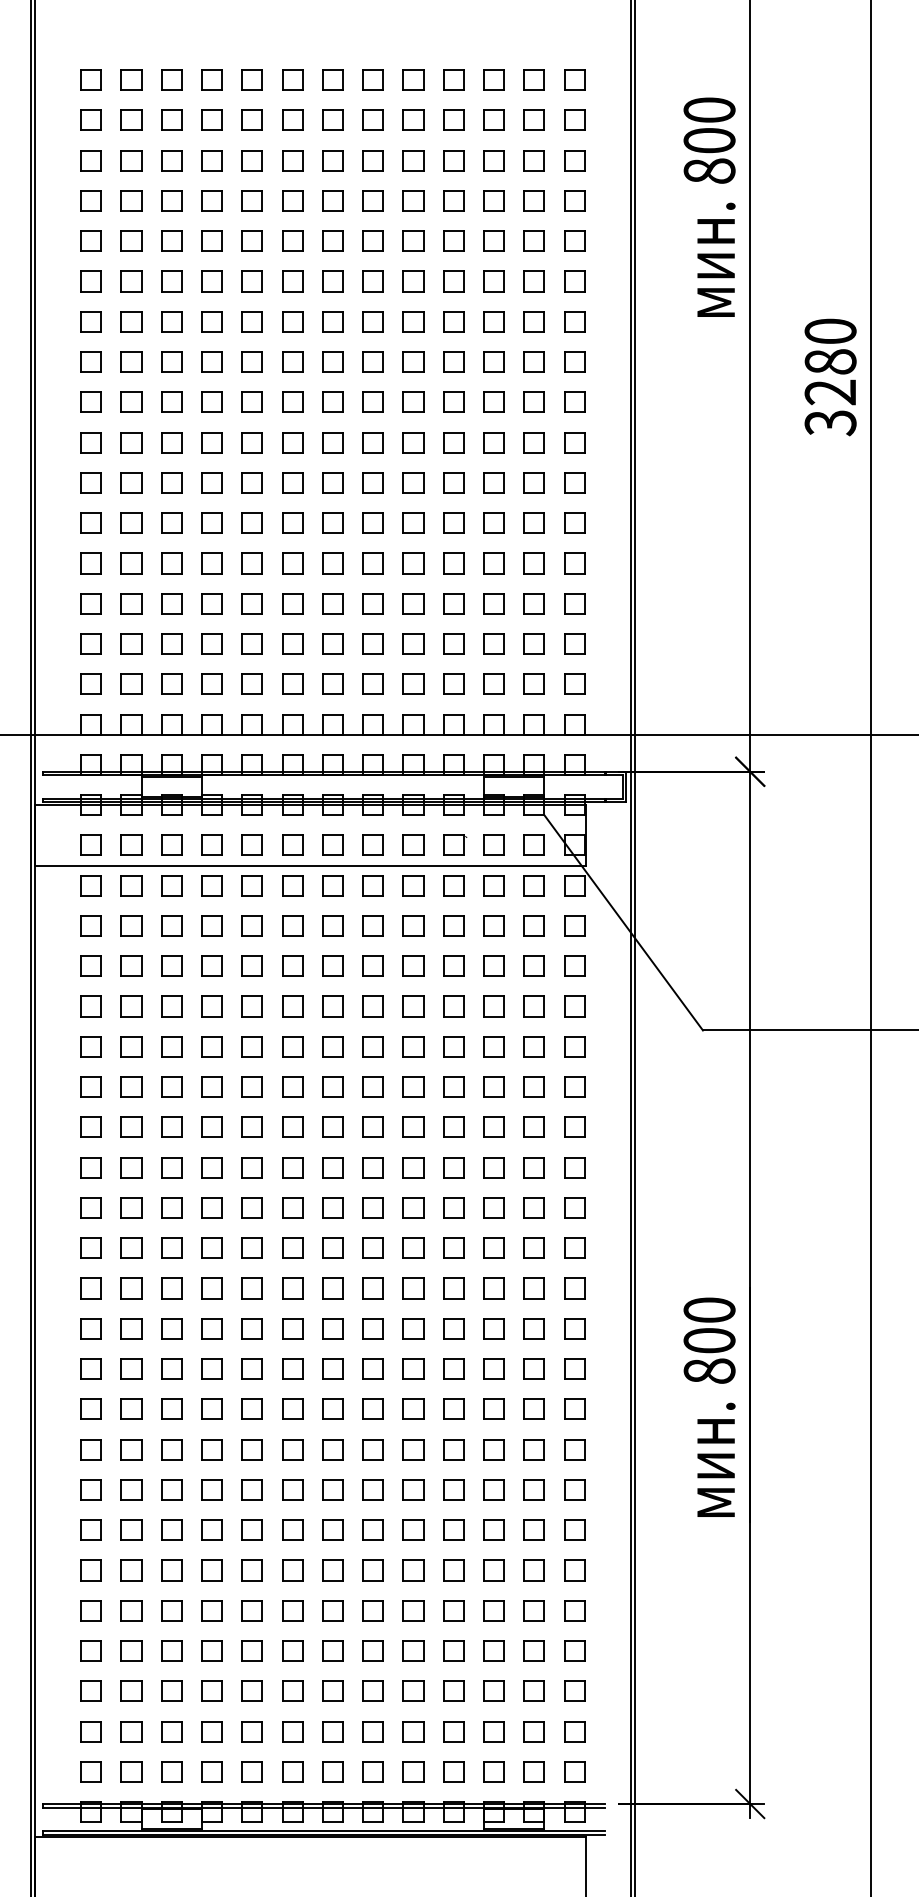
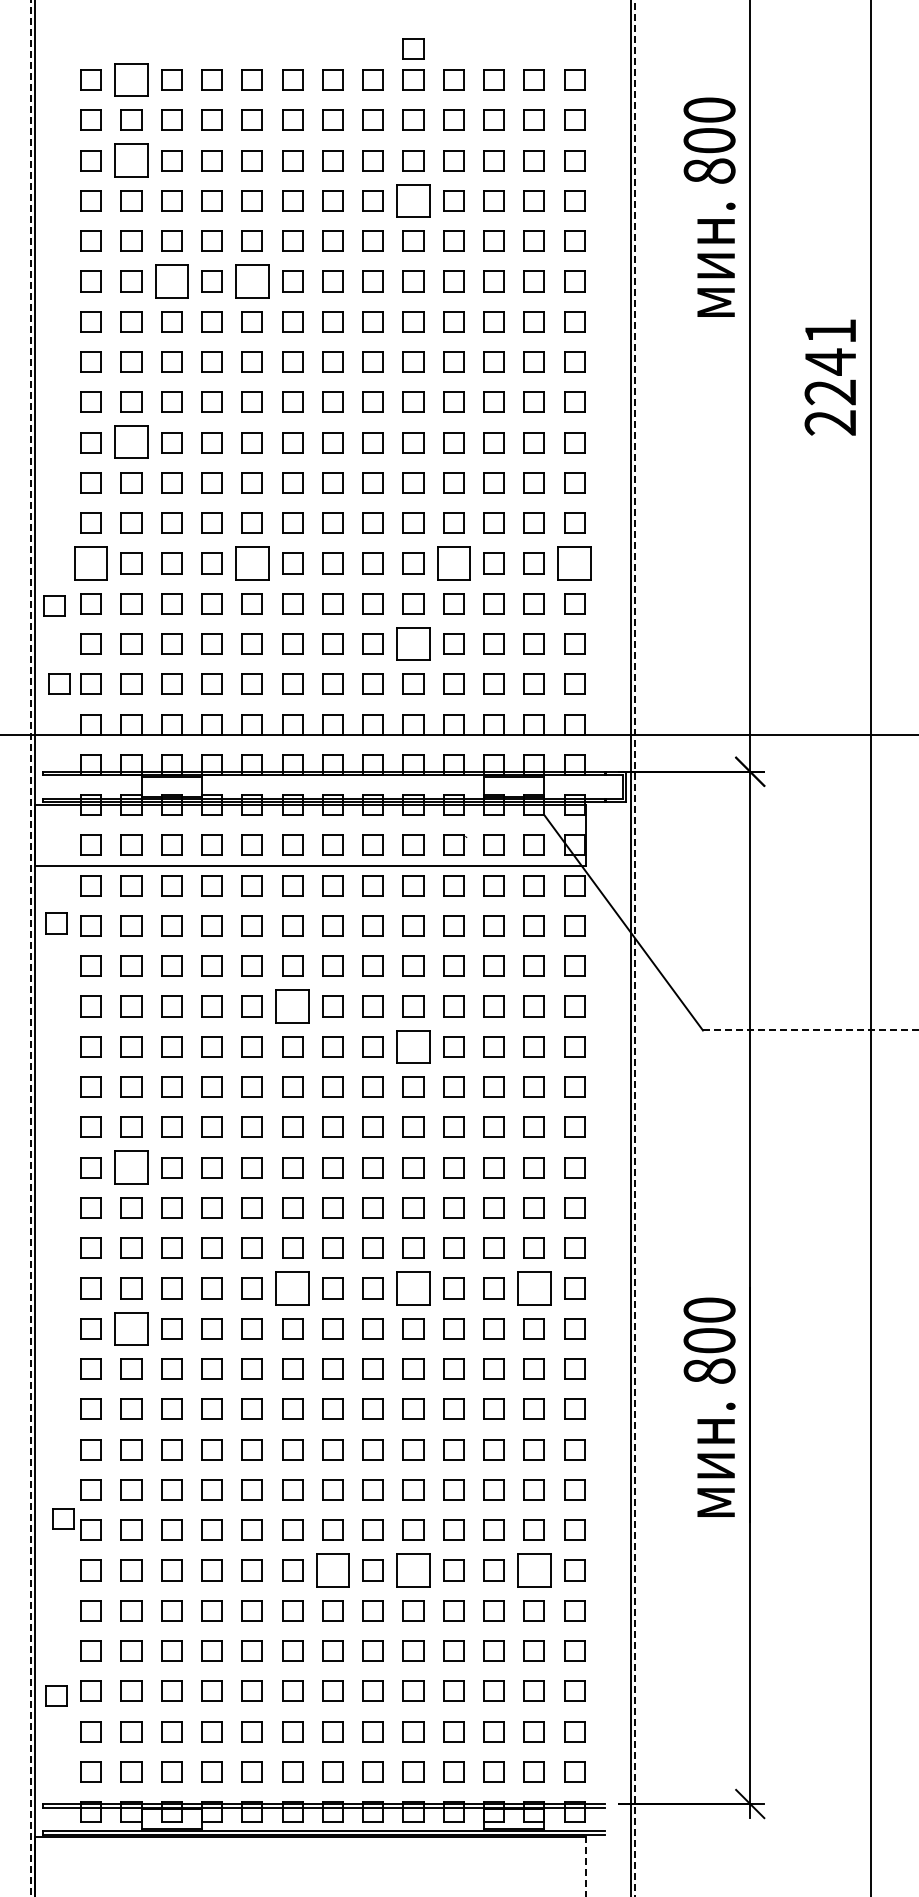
part at (413, 48): none -> present
part at (131, 79) size: 23x22 px -> 35x34 px
part at (131, 160) size: 23x22 px -> 35x35 px
part at (413, 200) size: 23x22 px -> 35x34 px
part at (171, 281) size: 22x23 px -> 34x35 px
part at (251, 281) size: 22x23 px -> 35x35 px
text at (830, 377): 3280 -> 2241
part at (131, 442) size: 23x22 px -> 35x34 px
part at (90, 563) size: 22x23 px -> 34x35 px
part at (251, 563) size: 22x23 px -> 35x35 px
part at (453, 563) size: 22x23 px -> 34x35 px
part at (574, 563) size: 22x23 px -> 35x35 px
part at (54, 605): none -> present
part at (413, 643) size: 23x22 px -> 35x34 px
part at (59, 683): none -> present
part at (56, 923): none -> present
line at (635, 948): solid -> dashed
line at (30, 949): solid -> dashed
part at (292, 1006) size: 22x23 px -> 35x35 px
line at (810, 1030): solid -> dashed
part at (413, 1046) size: 23x22 px -> 35x34 px
part at (131, 1167) size: 23x22 px -> 35x35 px
part at (292, 1288) size: 22x23 px -> 35x35 px
part at (413, 1288) size: 23x23 px -> 35x35 px
part at (533, 1288) size: 22x23 px -> 35x35 px
part at (131, 1328) size: 23x22 px -> 35x34 px
part at (63, 1518): none -> present
part at (332, 1570) size: 22x23 px -> 34x35 px
part at (413, 1570) size: 23x23 px -> 35x35 px
part at (533, 1570) size: 22x23 px -> 35x35 px
part at (56, 1695): none -> present
line at (585, 1867): solid -> dashed
